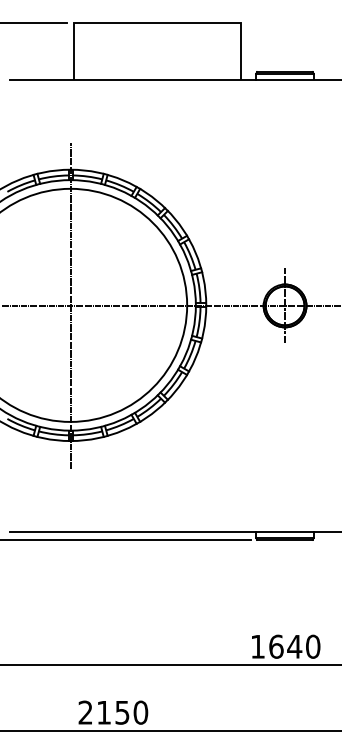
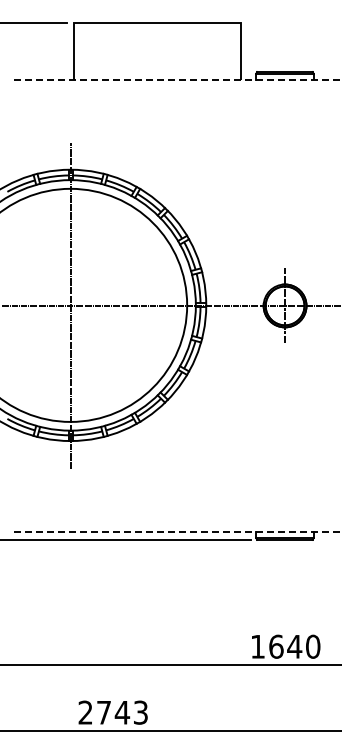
line at (176, 79): solid -> dashed
line at (176, 532): solid -> dashed
text at (122, 712): 2150 -> 2743
